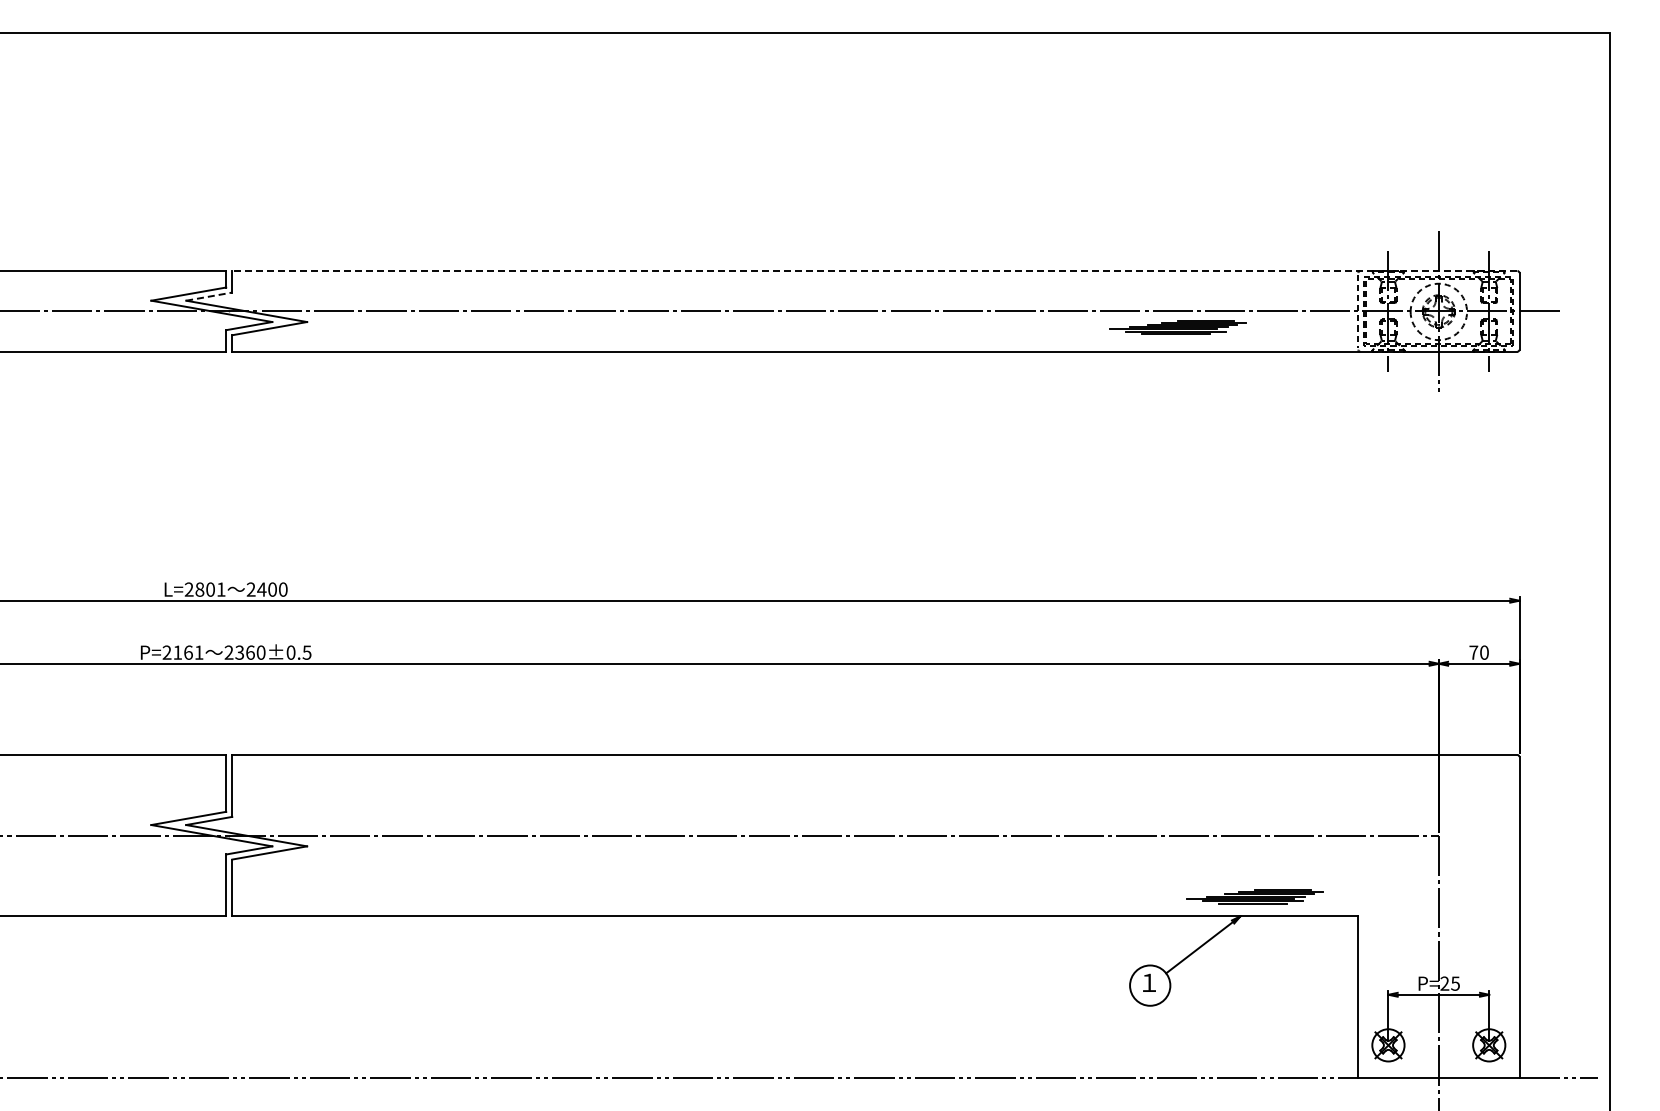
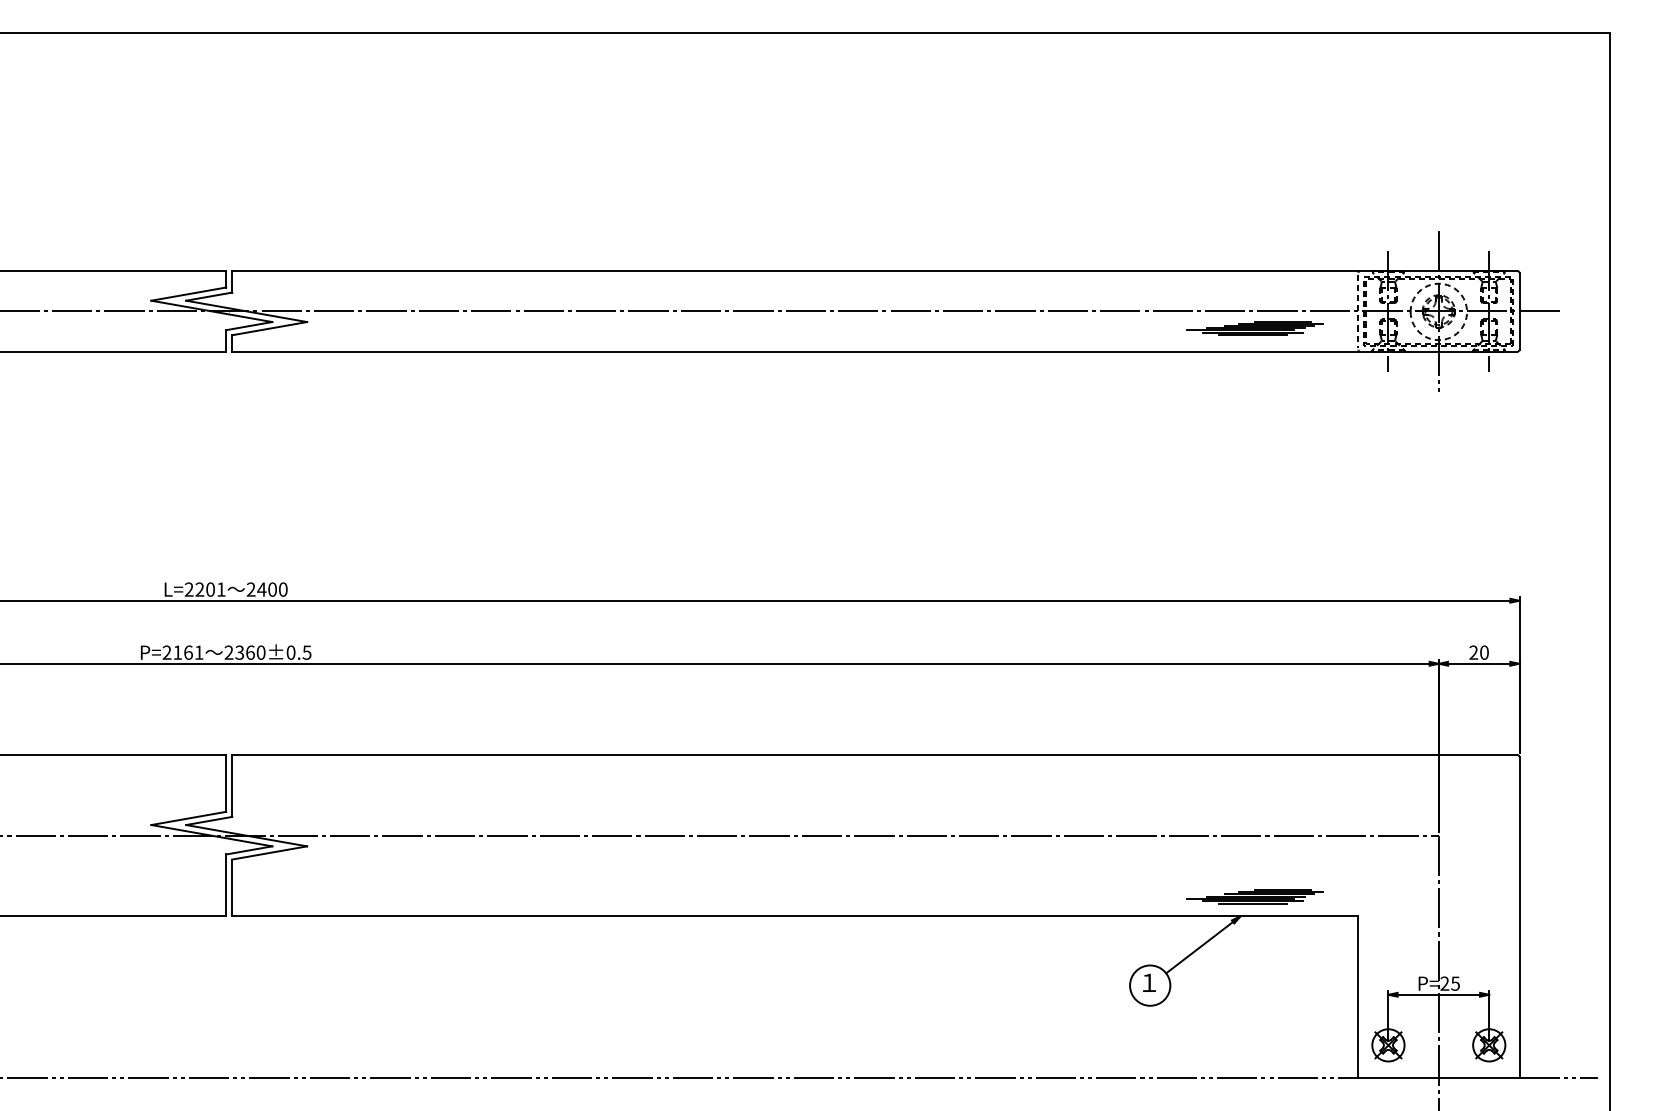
line at (874, 271): dashed -> solid
line at (209, 296): dashed -> solid
part at (1177, 327) position: (1177, 327) -> (1254, 328)
text at (199, 589): L=2801 -> L=2201
text at (1473, 652): 70 -> 20
